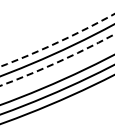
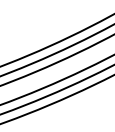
arc at (59, 41): dashed -> solid
arc at (58, 61): dashed -> solid
